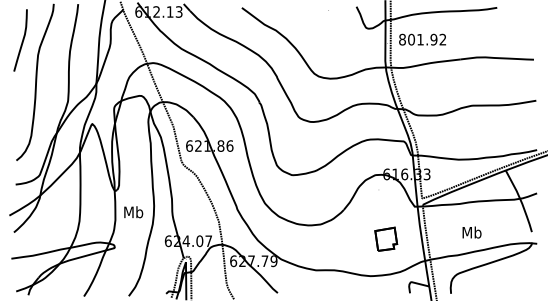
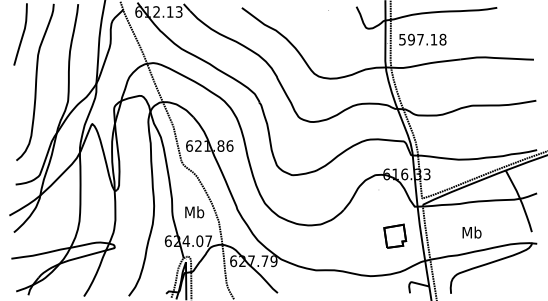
text at (422, 39): 801.92 -> 597.18
curve at (21, 41) position: (21, 41) -> (21, 35)
text at (133, 212) position: (133, 212) -> (194, 212)
part at (386, 238) position: (386, 238) -> (395, 235)
